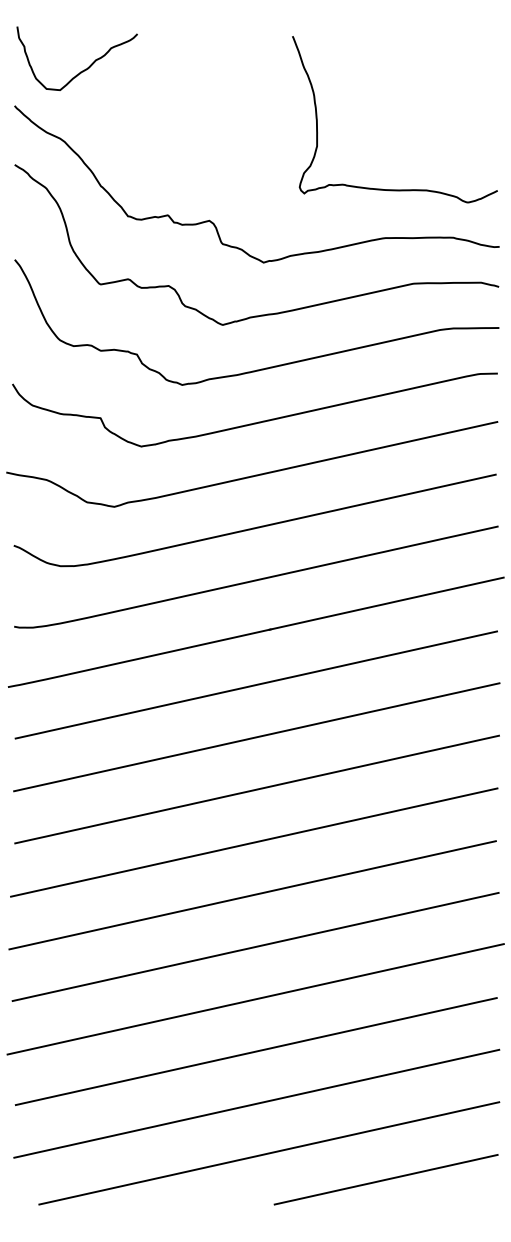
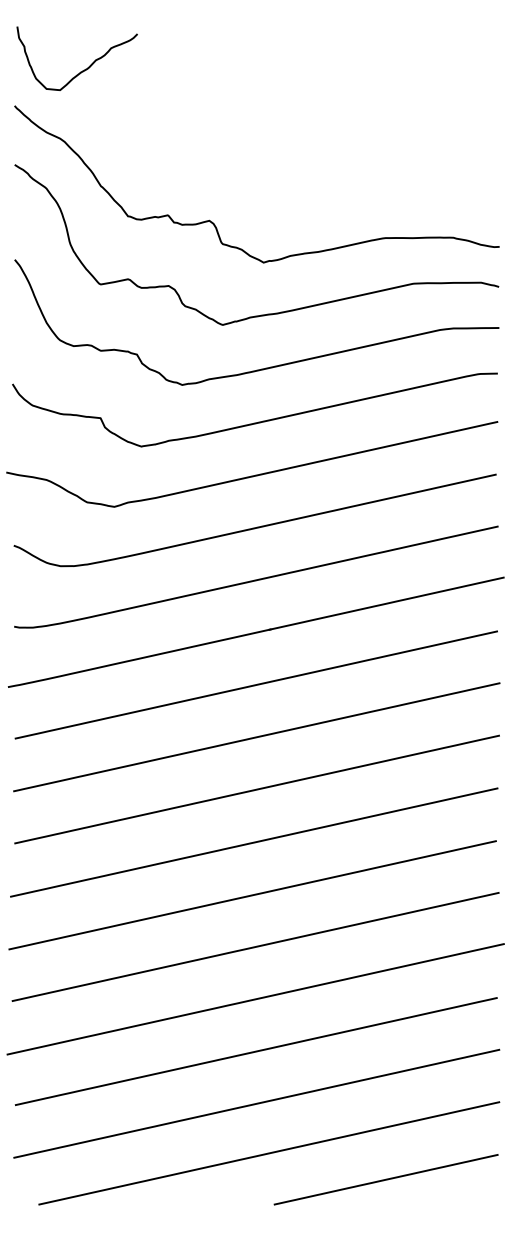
curve at (394, 189): present -> none
